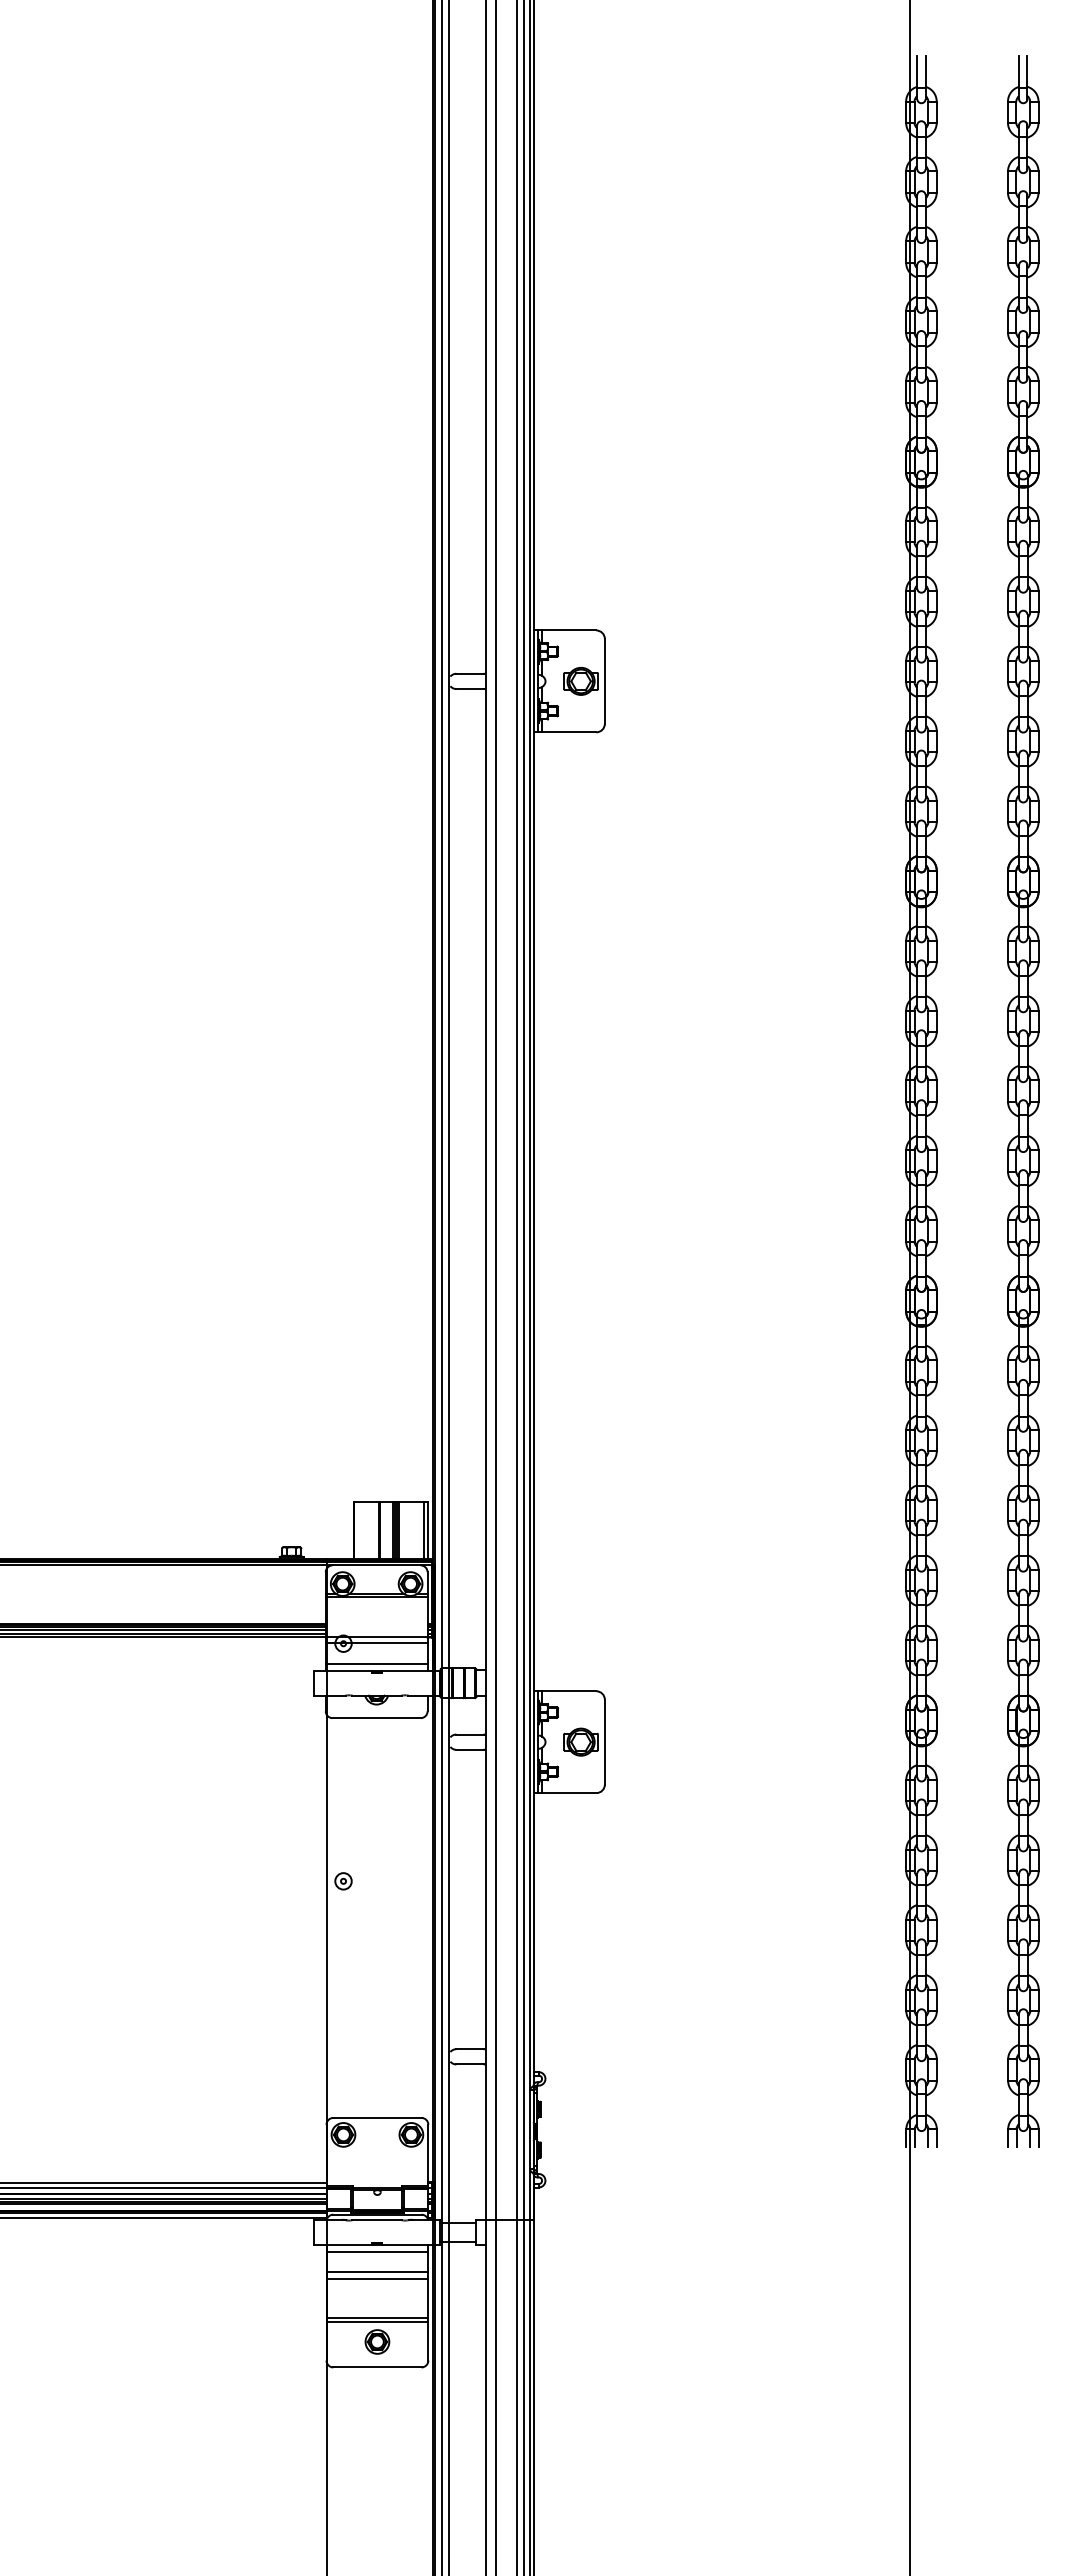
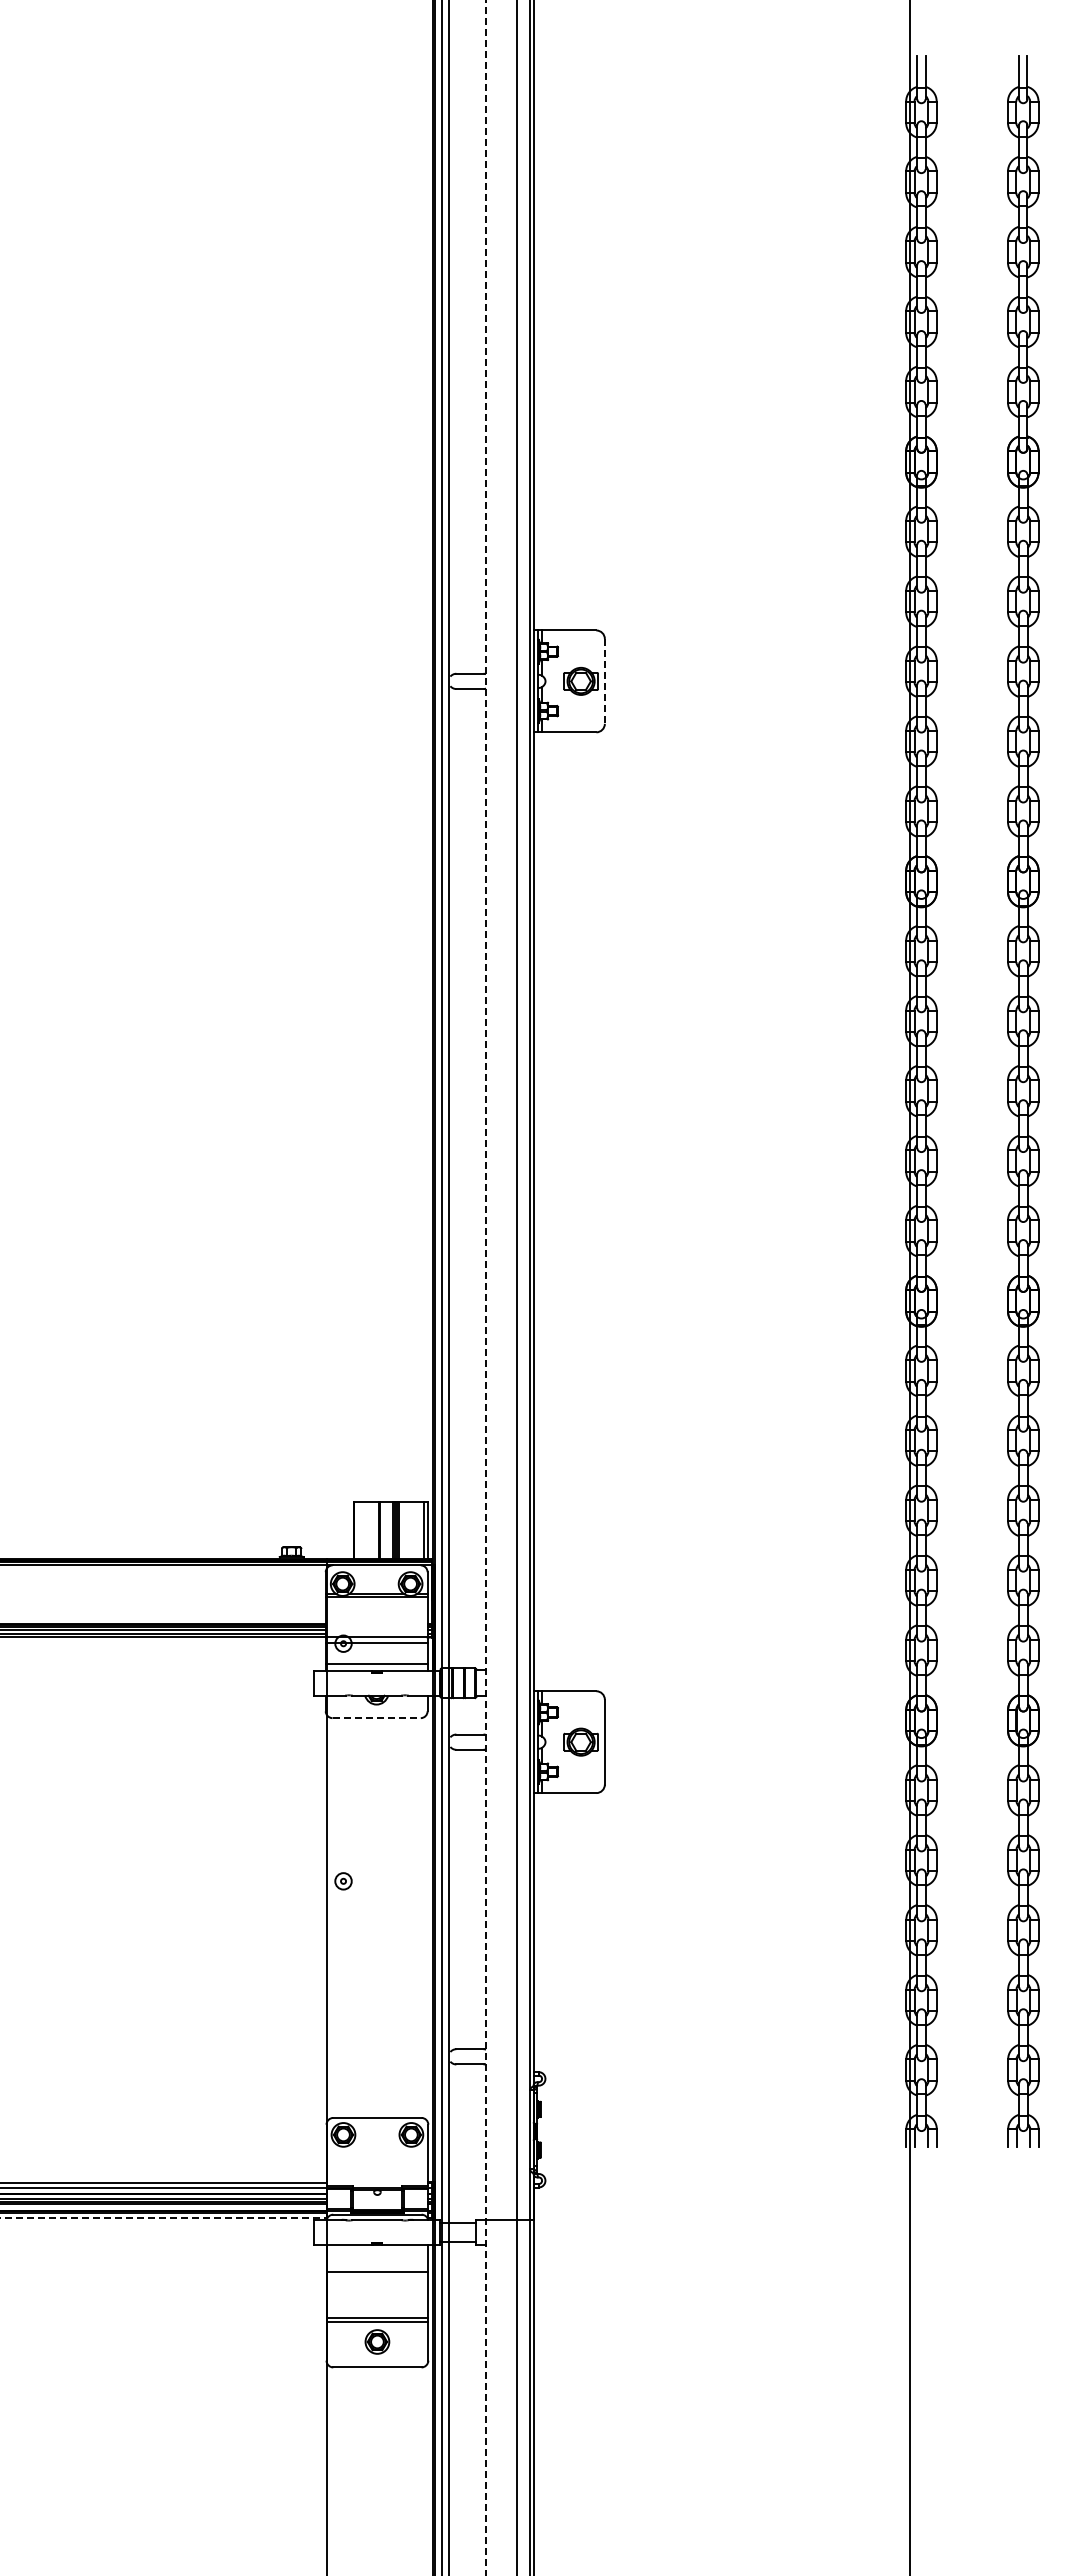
line at (604, 681): solid -> dashed
line at (486, 1287): solid -> dashed
line at (495, 1287): present -> none
line at (524, 1287): present -> none
line at (377, 1718): solid -> dashed
line at (163, 2217): solid -> dashed
line at (377, 2252): present -> none
line at (377, 2278): present -> none
